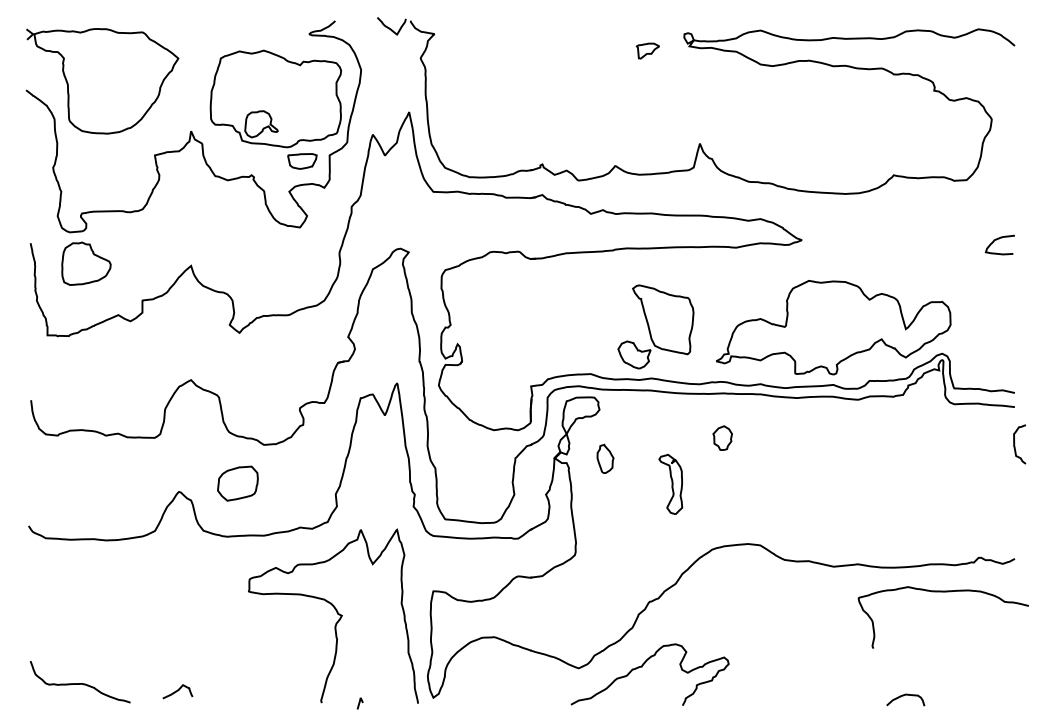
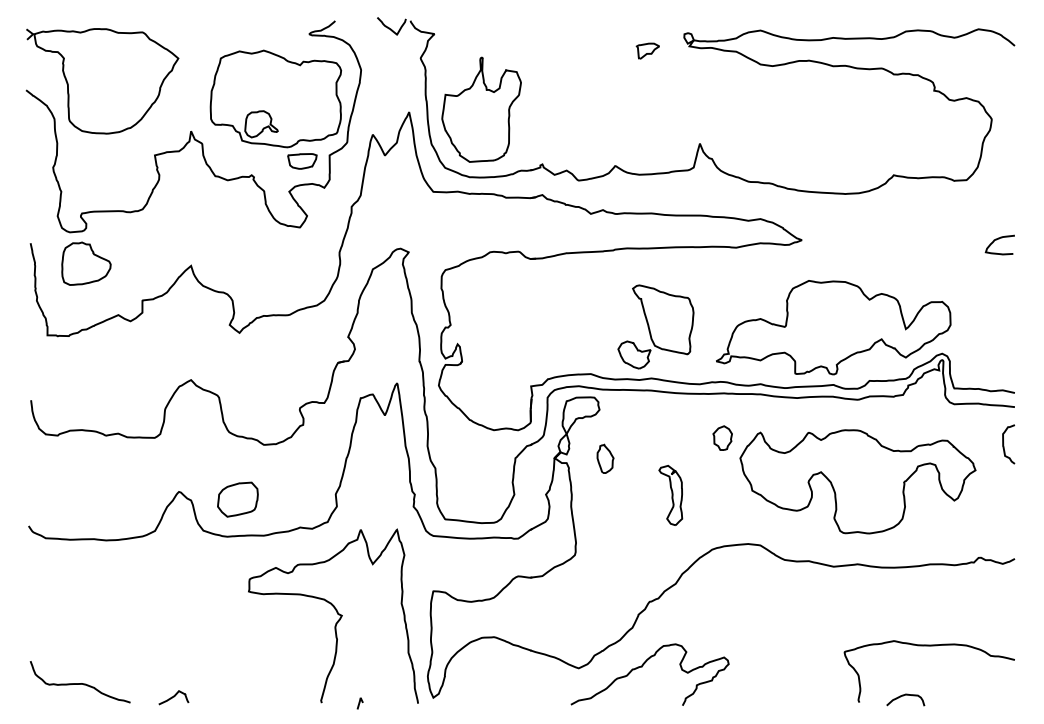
part at (481, 109): none -> present
curve at (1015, 444) position: (1015, 444) -> (1004, 444)
part at (857, 481): none -> present
part at (237, 483) position: (237, 483) -> (237, 499)
part at (670, 483) position: (670, 483) -> (670, 494)
curve at (942, 592) position: (942, 592) -> (928, 646)
curve at (177, 691) position: (177, 691) -> (173, 697)
